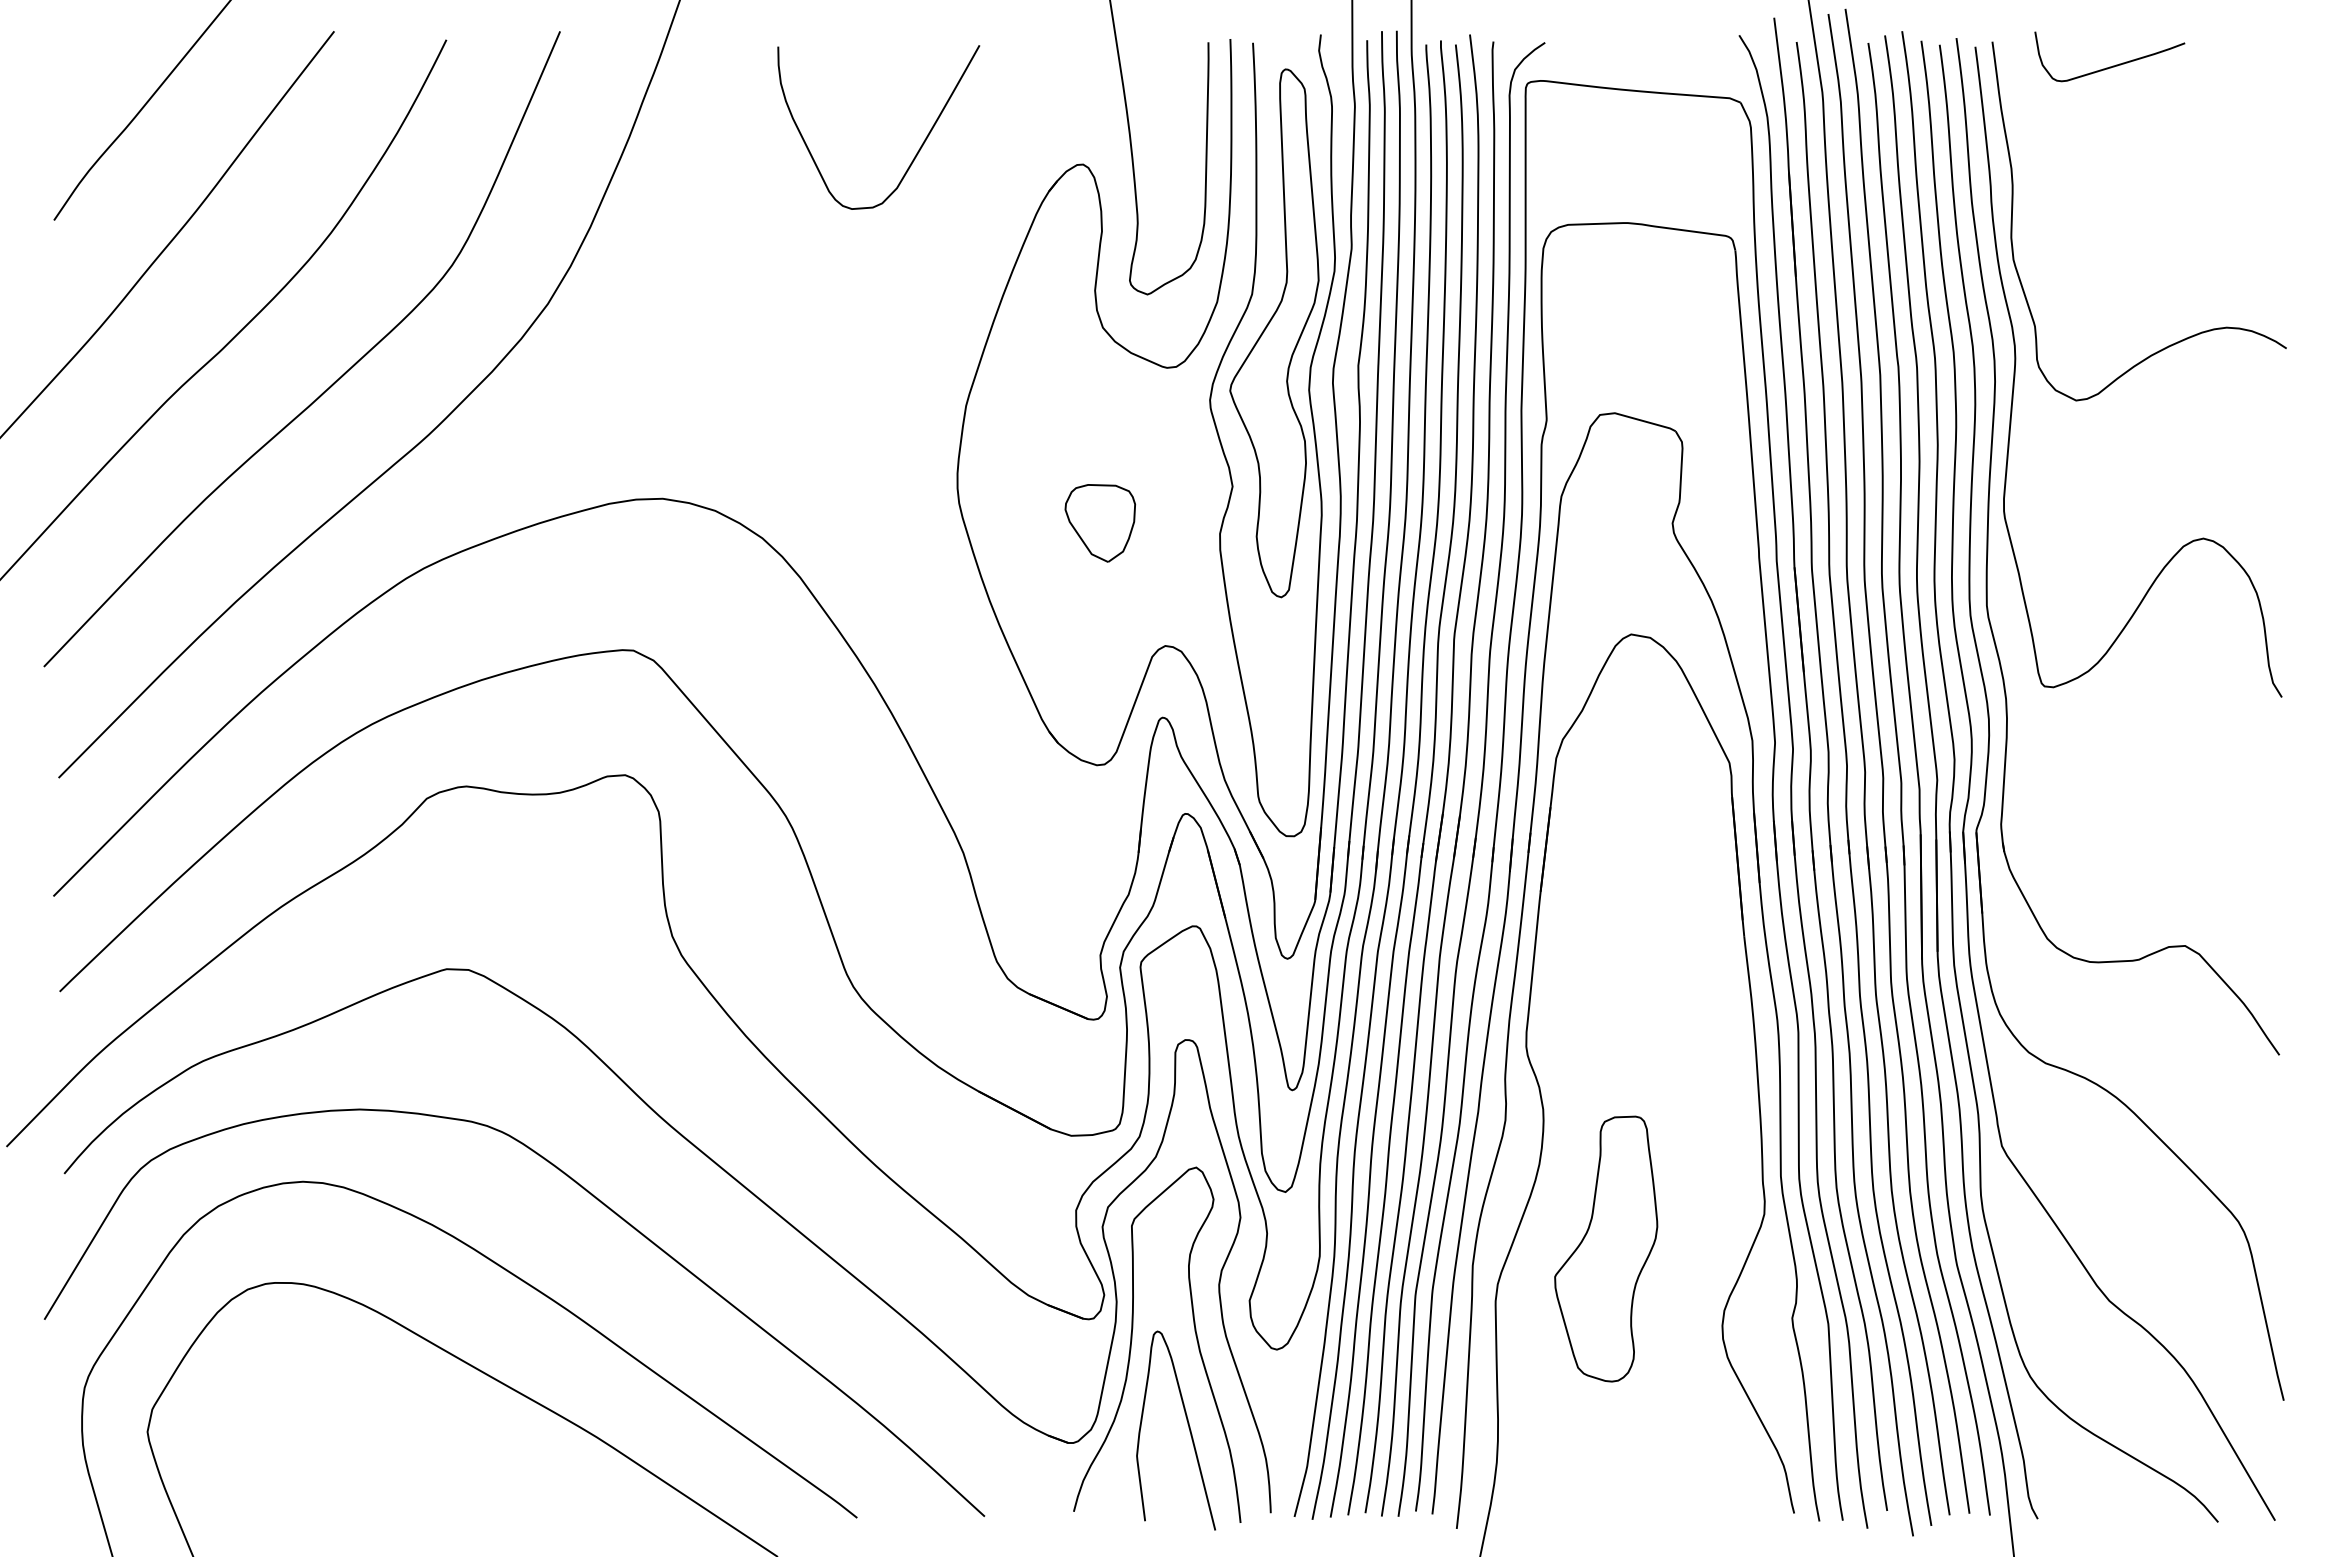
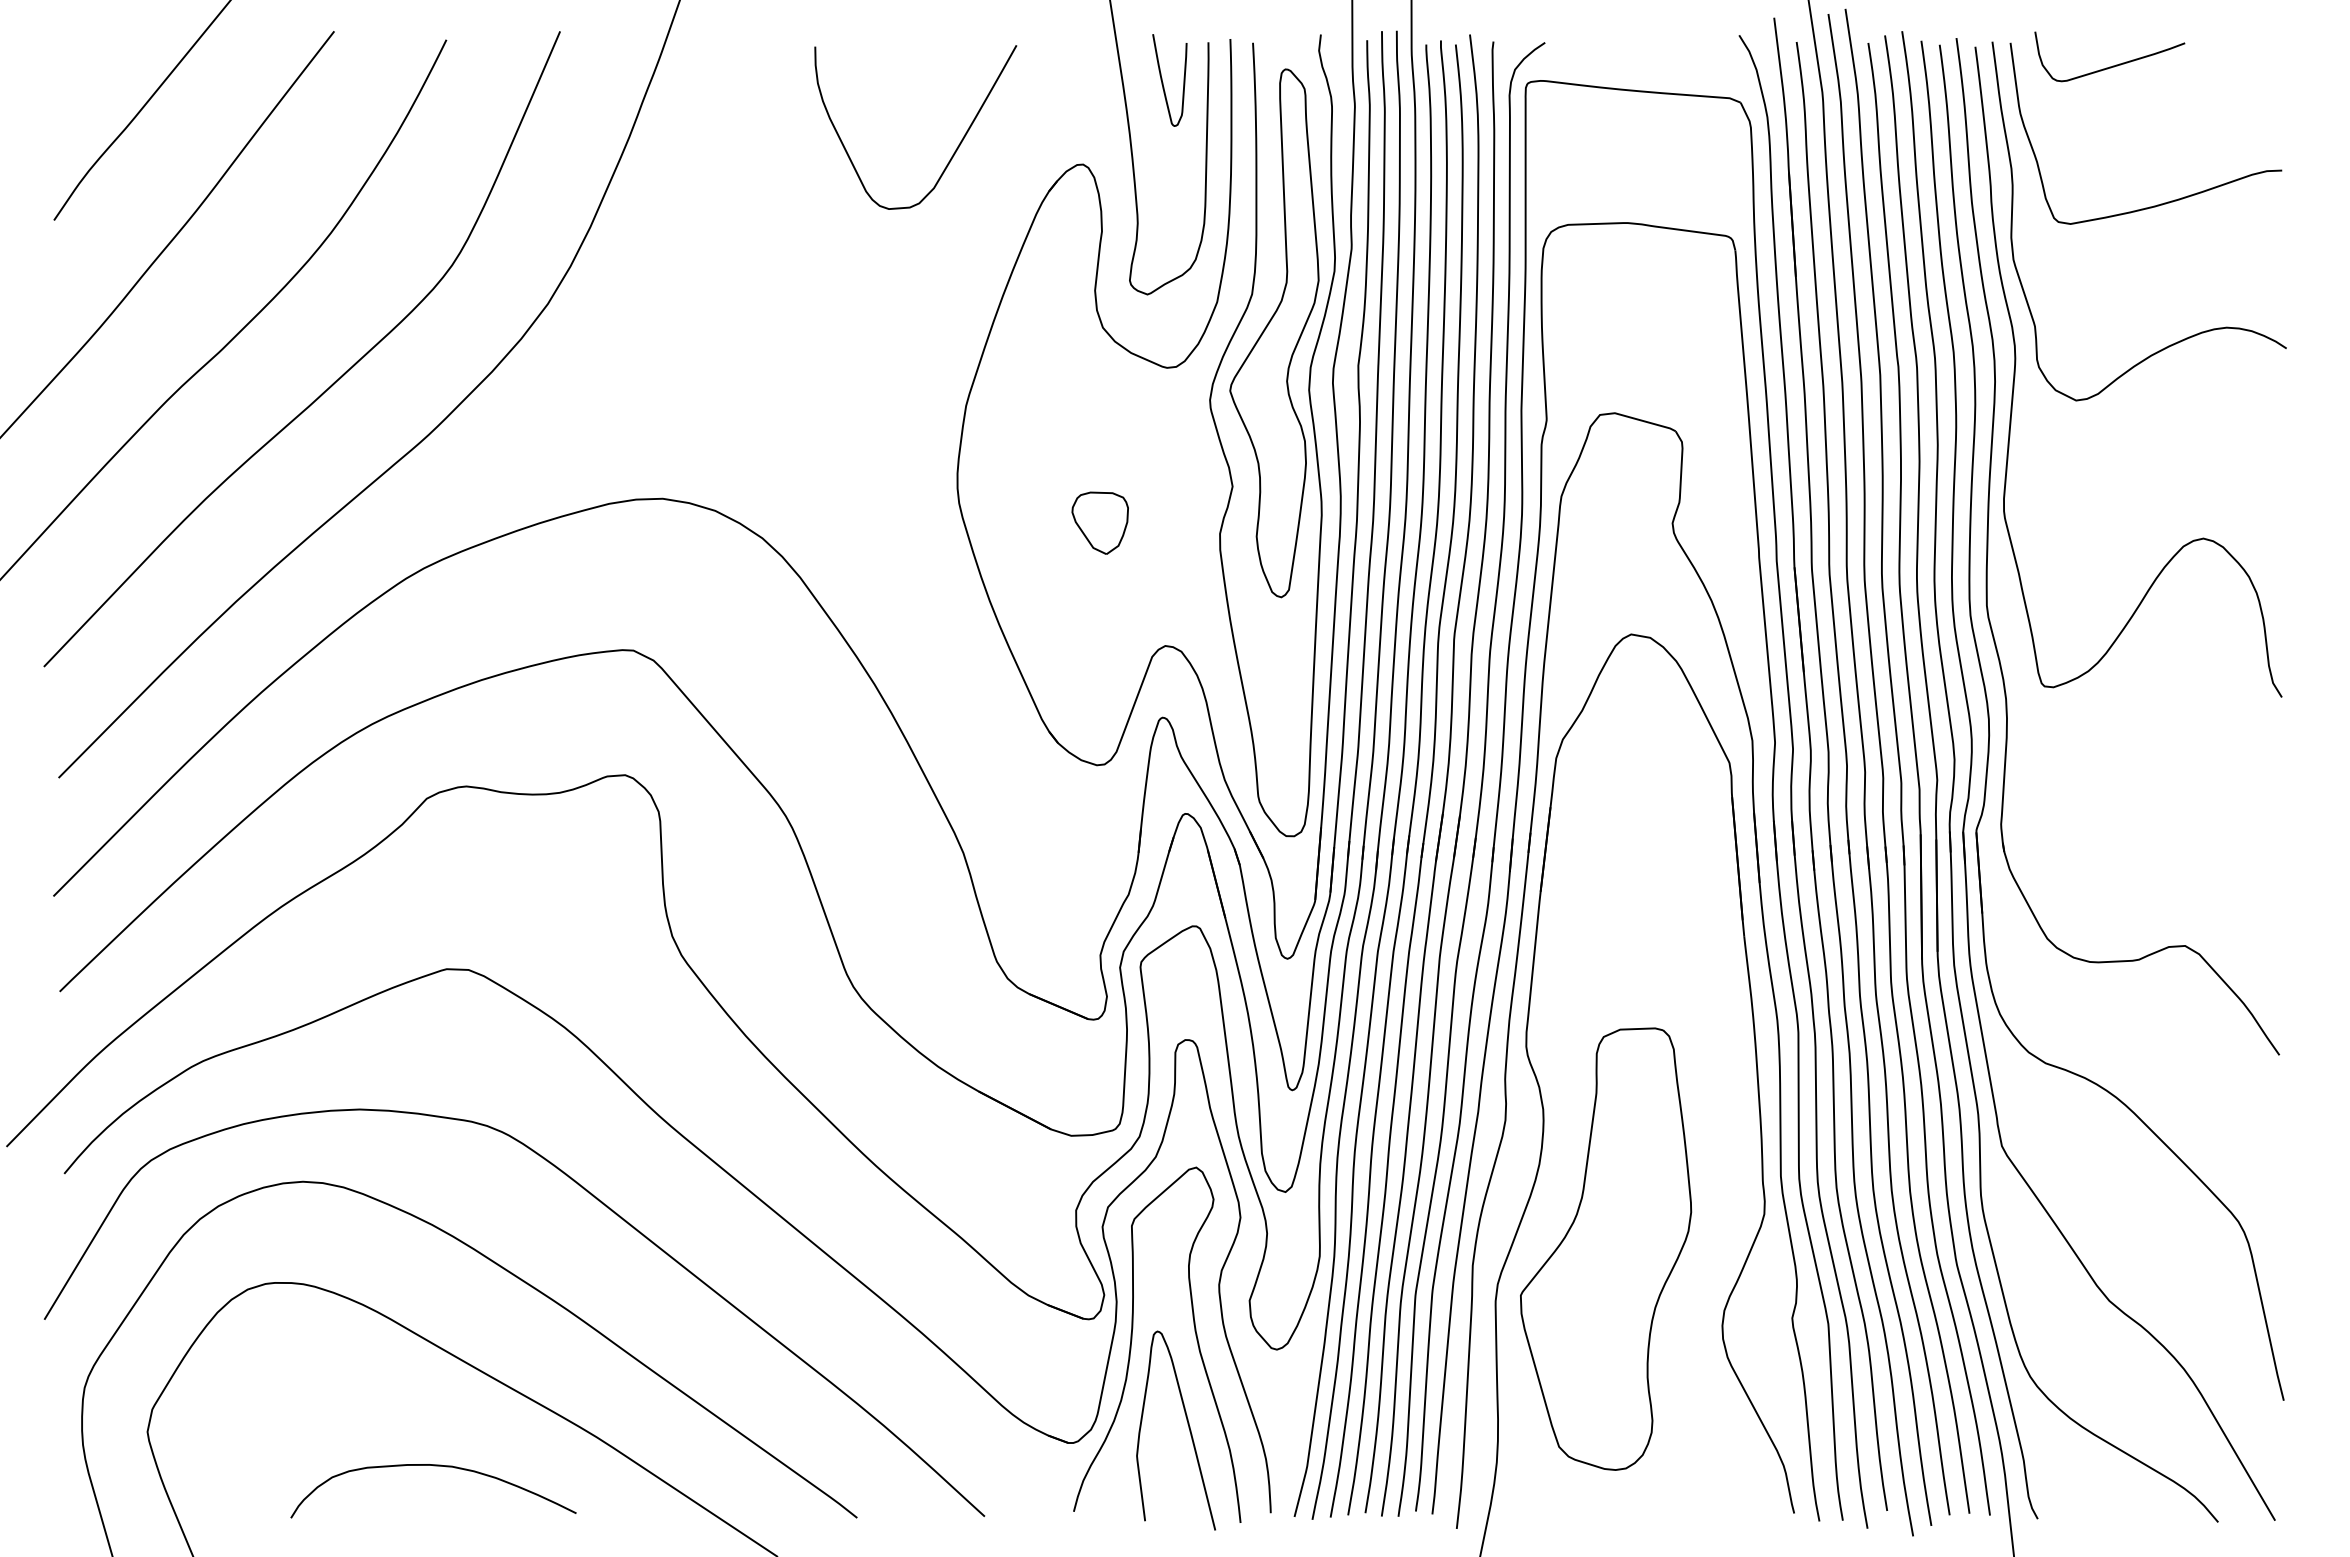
curve at (1163, 82): none -> present
curve at (918, 149) position: (918, 149) -> (955, 149)
curve at (2167, 201): none -> present
part at (1099, 523) size: 72x79 px -> 58x64 px
part at (1606, 1248) size: 105x268 px -> 173x444 px
curve at (433, 1466): none -> present
